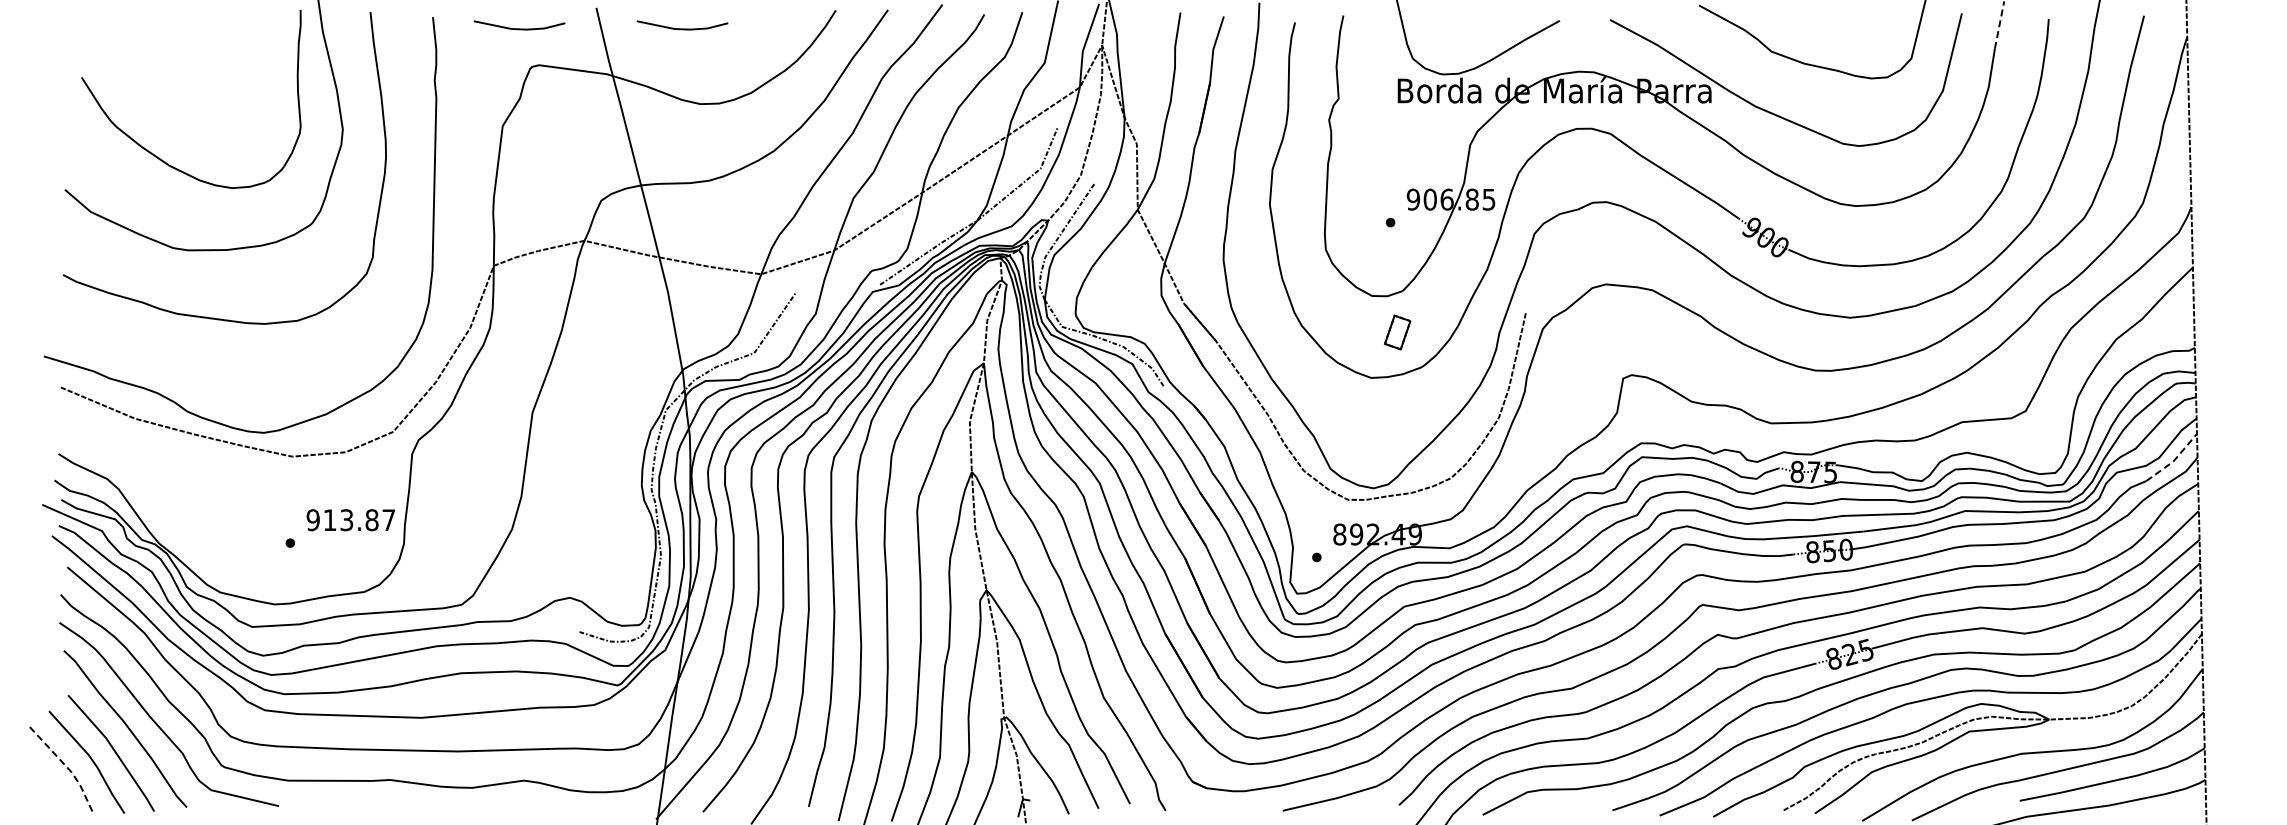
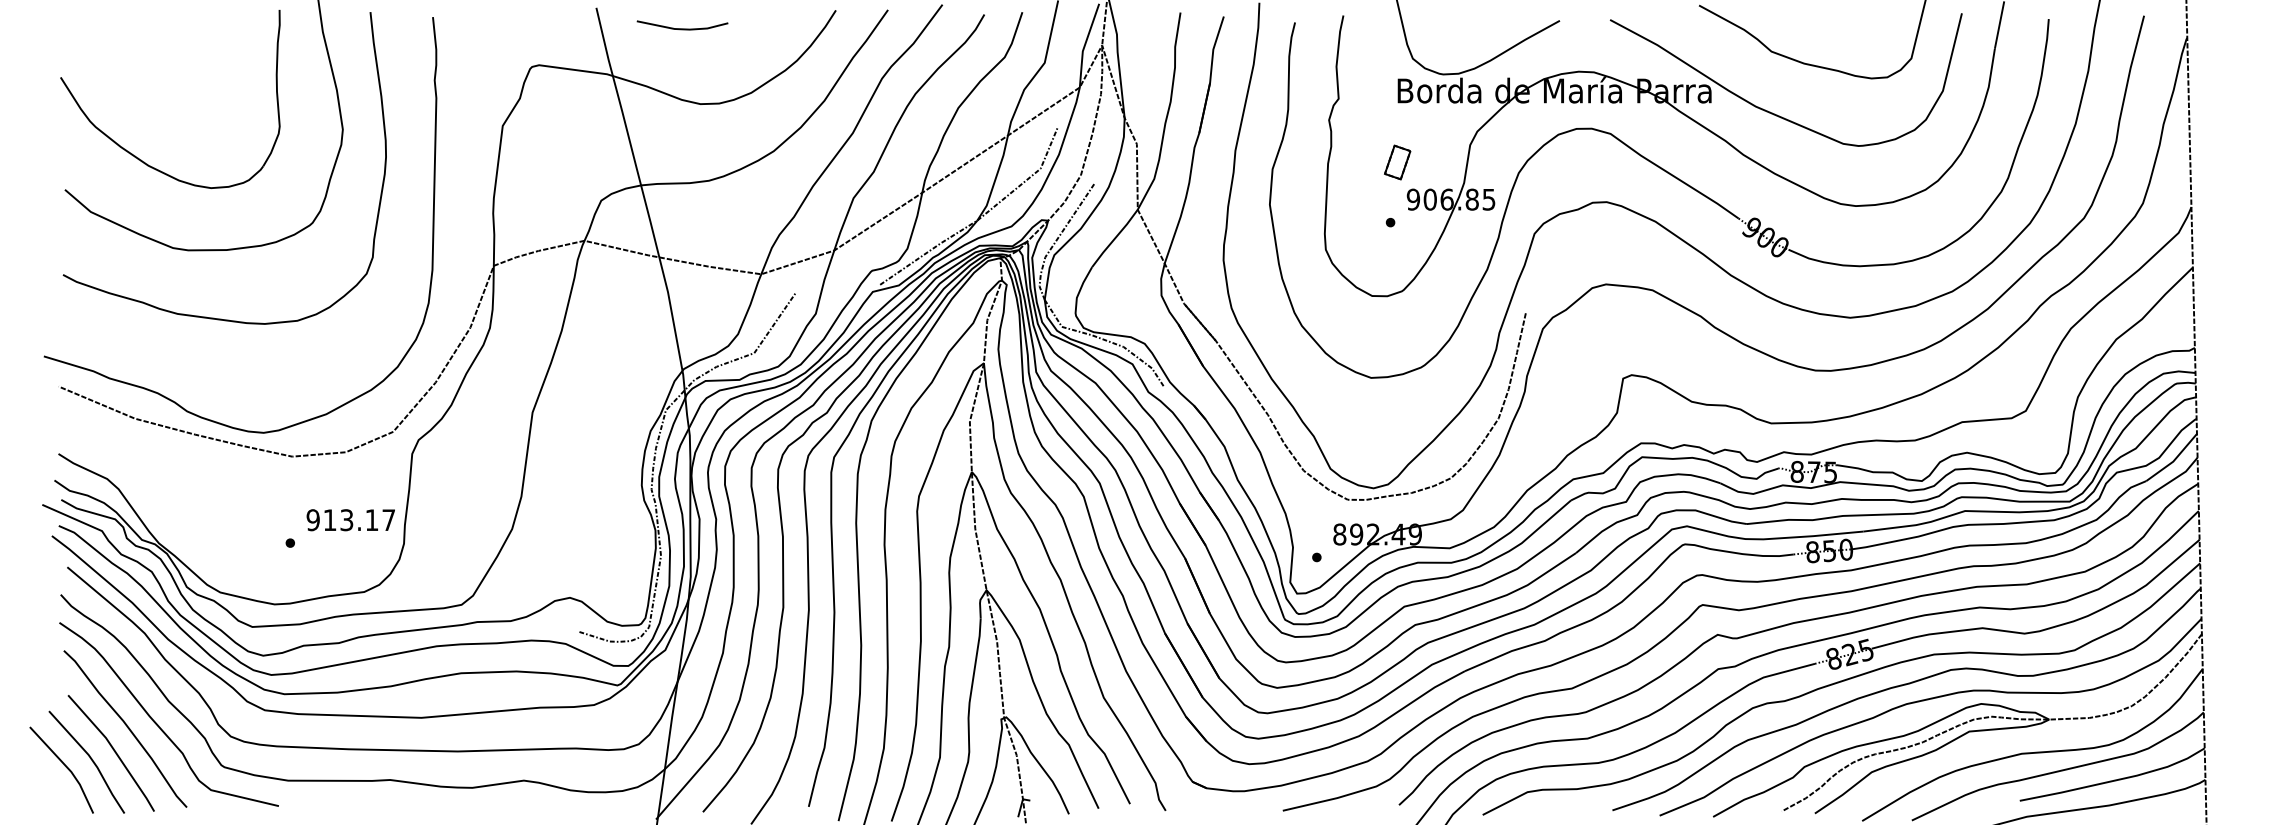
line at (1999, 24): dashed -> solid
line at (519, 28): present -> none
part at (153, 153) position: (153, 153) -> (132, 153)
part at (1397, 332) position: (1397, 332) -> (1397, 162)
line at (2174, 460): dashed -> solid
text at (371, 520): 913.87 -> 913.17
line at (67, 767): dashed -> solid
